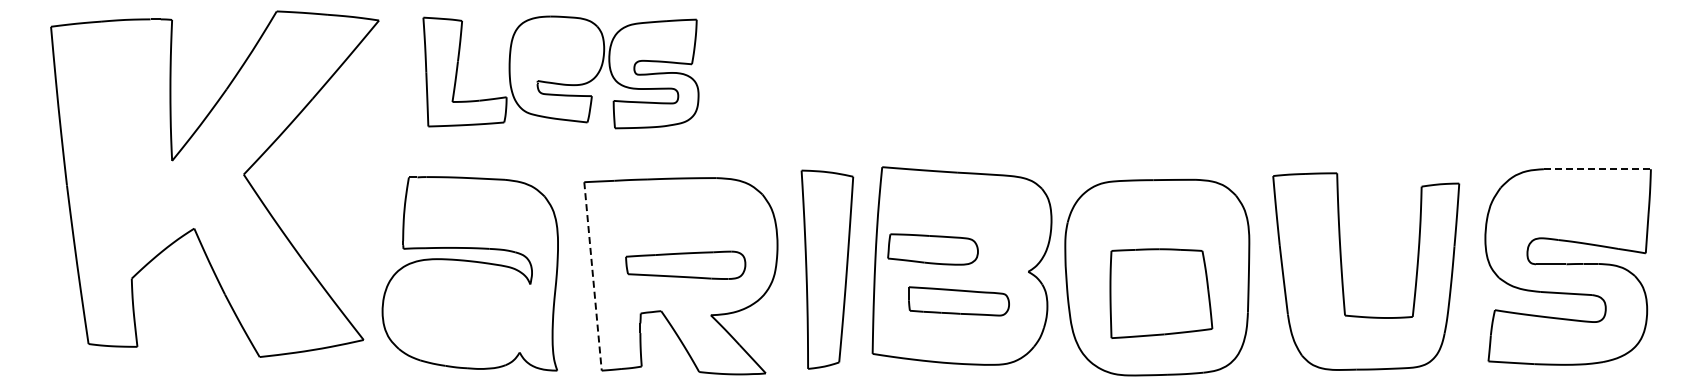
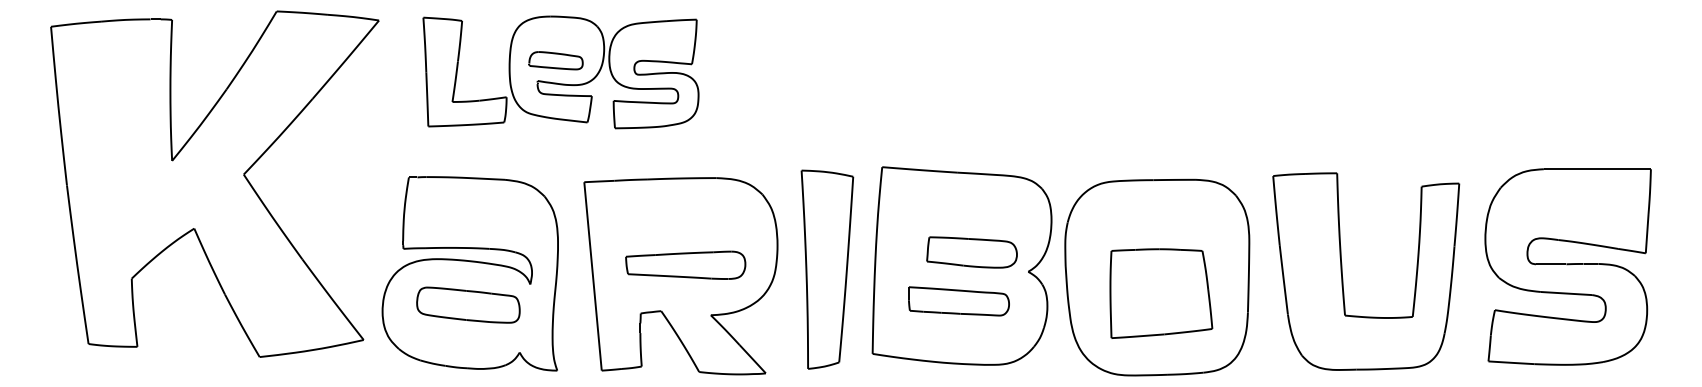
part at (555, 60): none -> present
line at (1597, 169): dashed -> solid
part at (932, 249) position: (932, 249) -> (971, 252)
line at (593, 276): dashed -> solid
part at (468, 304): none -> present
